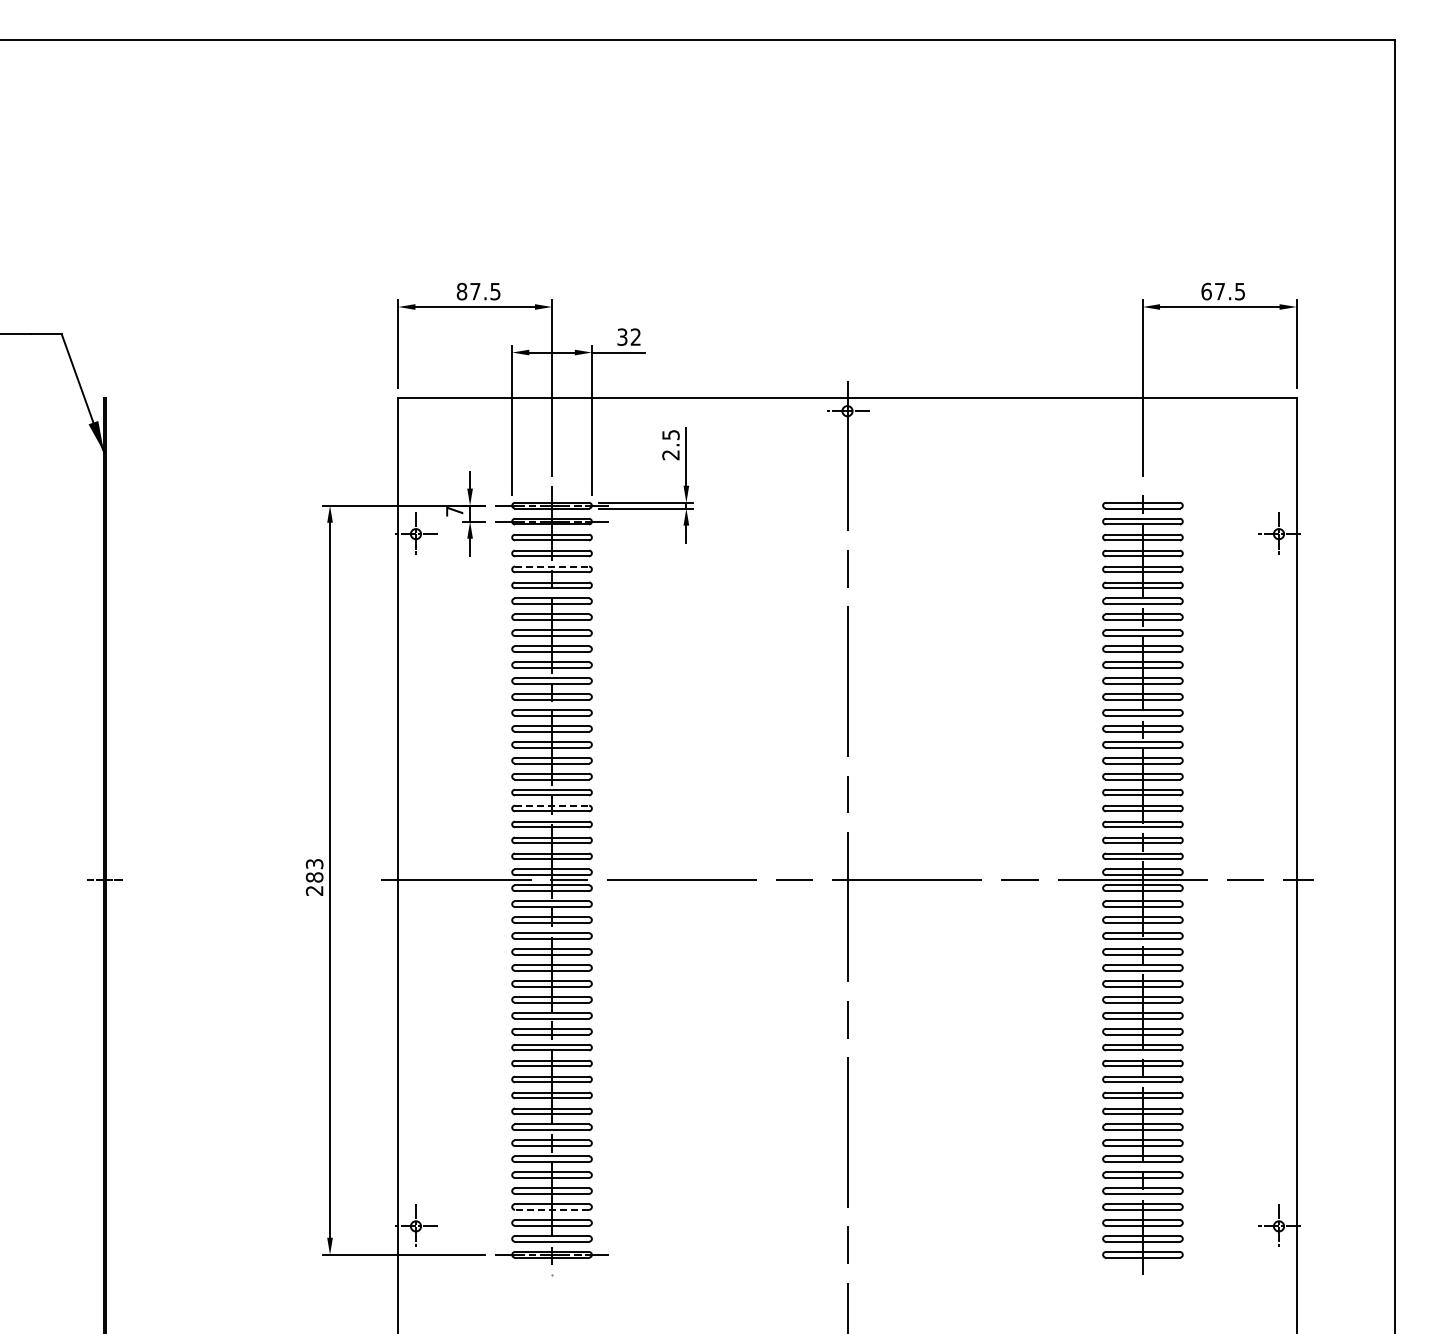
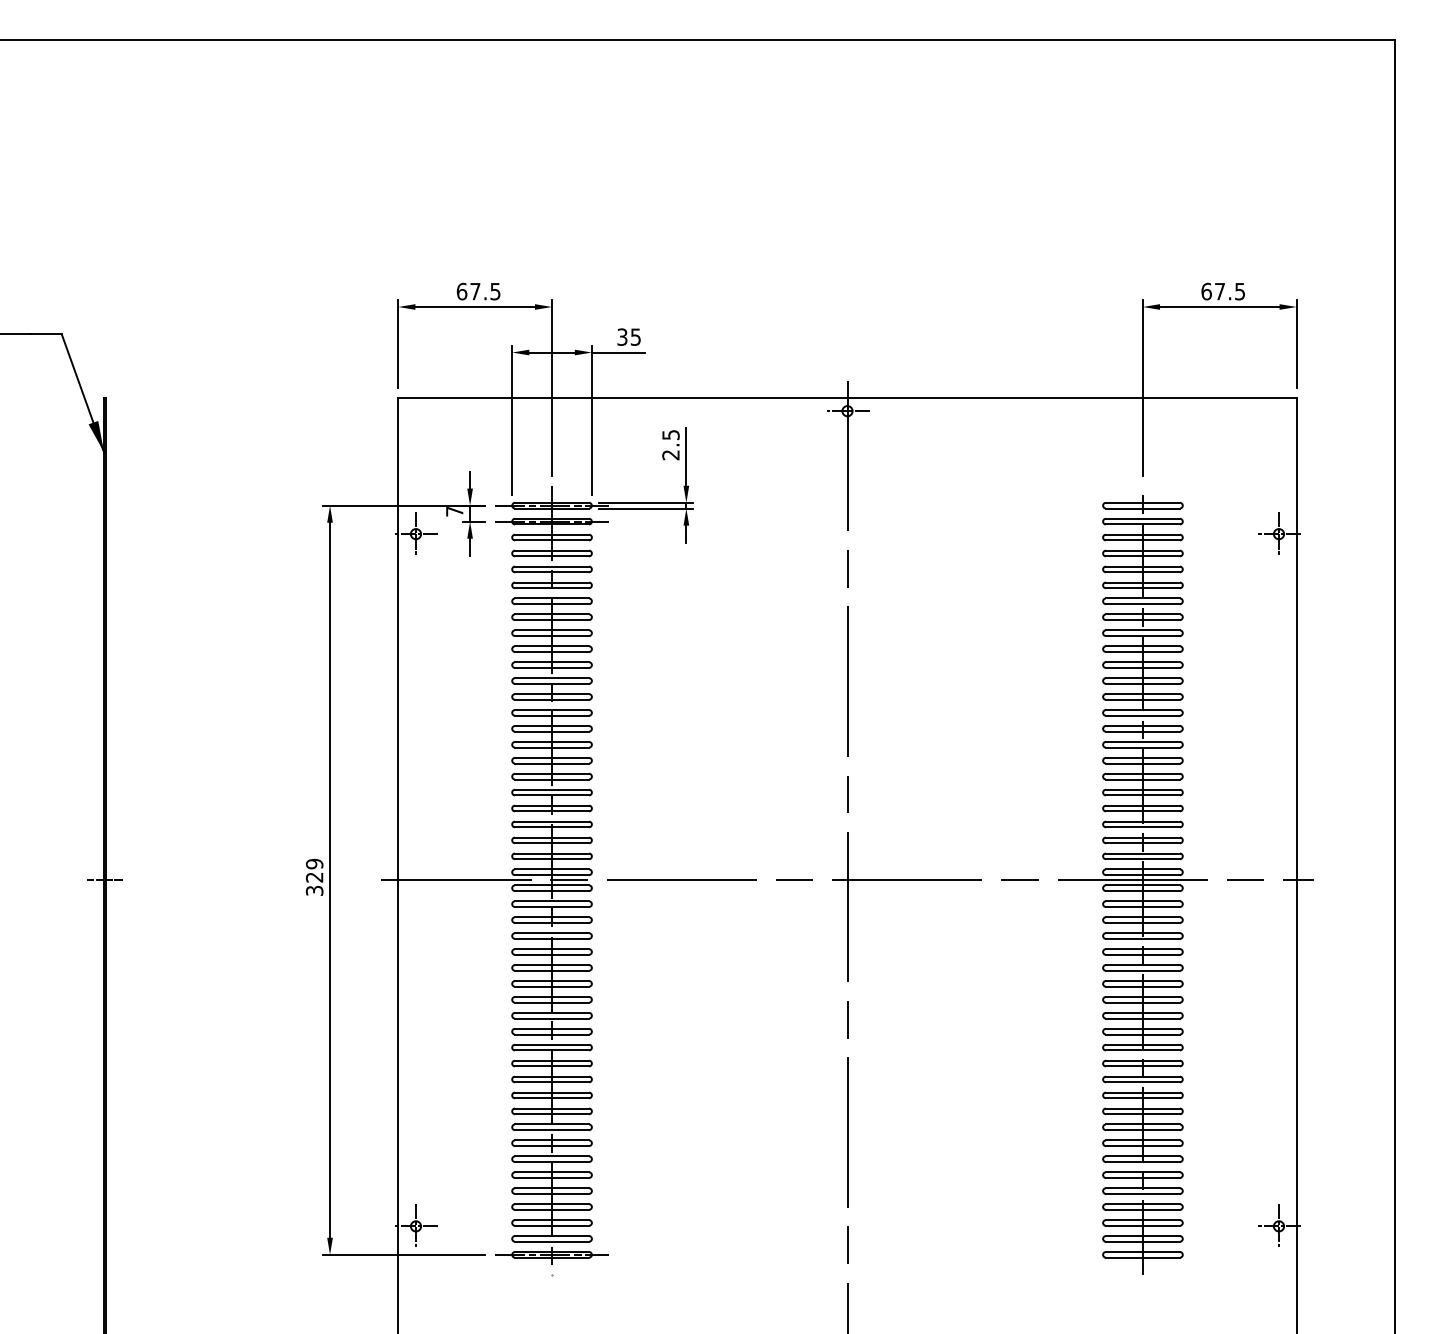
text at (461, 291): 87.5 -> 67.5
text at (635, 336): 32 -> 35
line at (552, 566): dashed -> solid
line at (552, 805): dashed -> solid
text at (314, 876): 283 -> 329
line at (551, 1209): dashed -> solid
